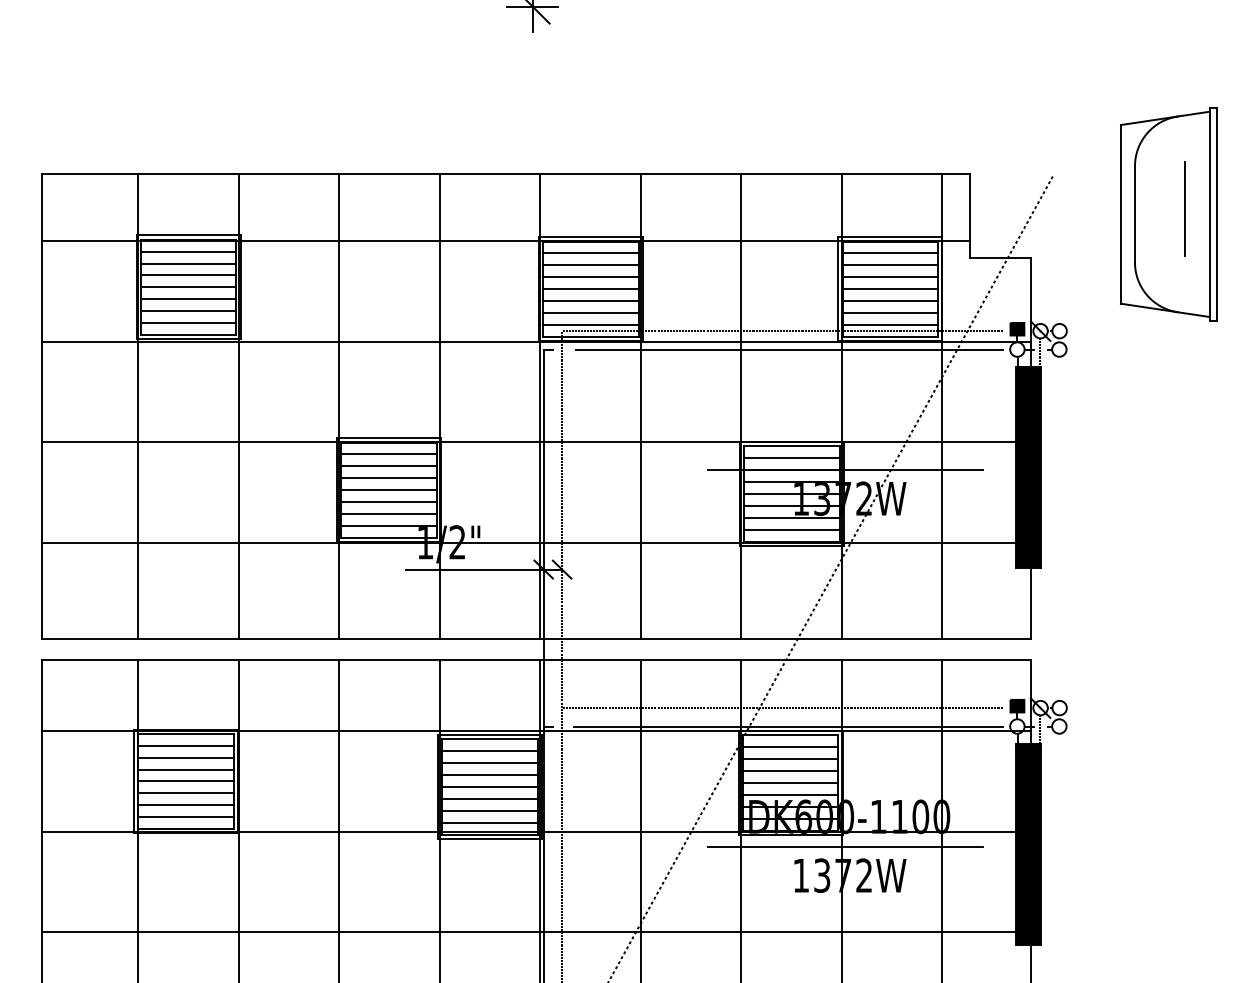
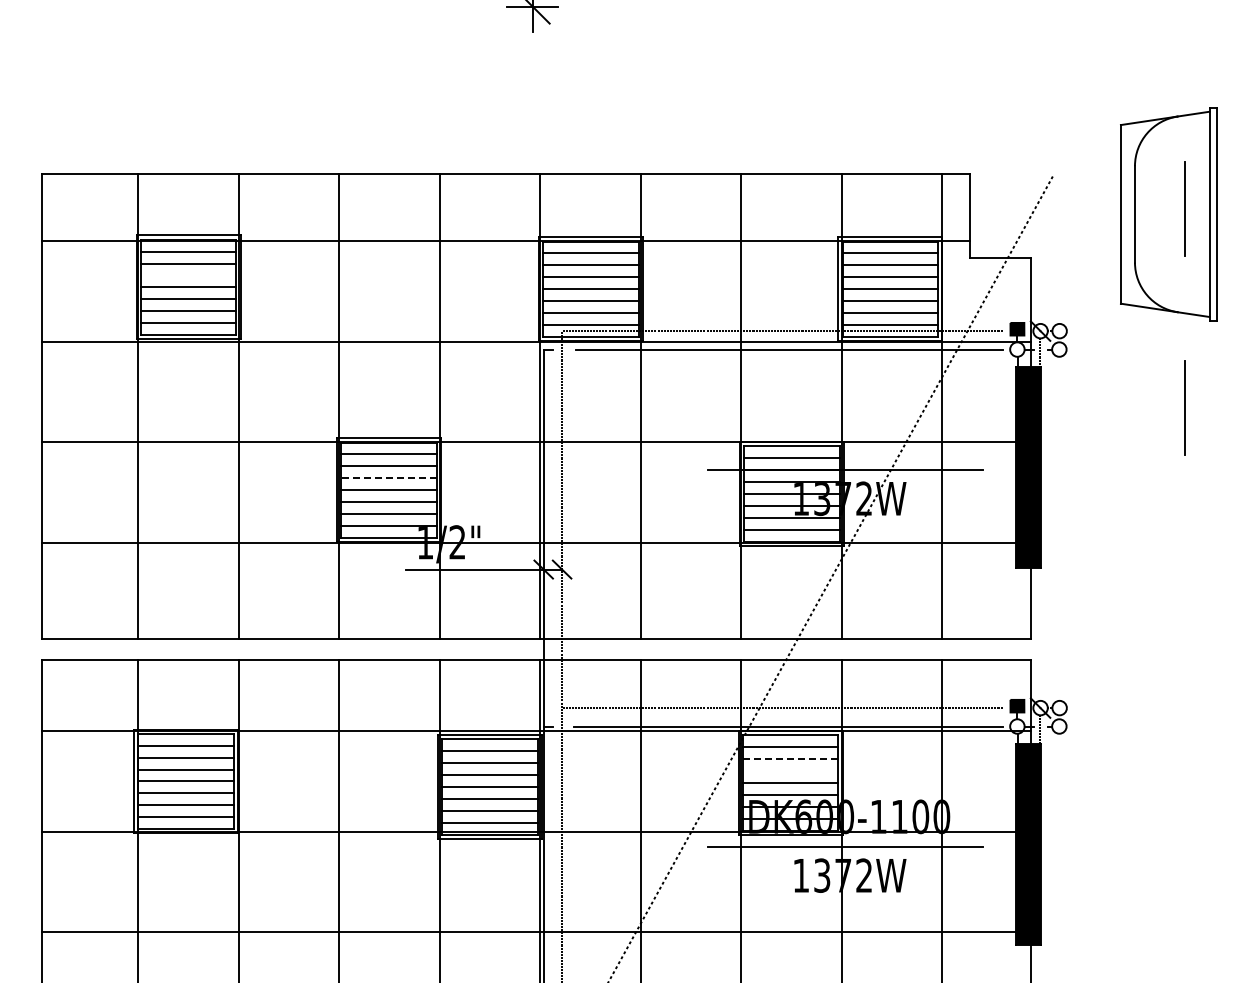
line at (188, 275): present -> none
line at (1184, 407): none -> present
line at (389, 478): solid -> dashed
line at (790, 758): solid -> dashed
line at (790, 770): present -> none
